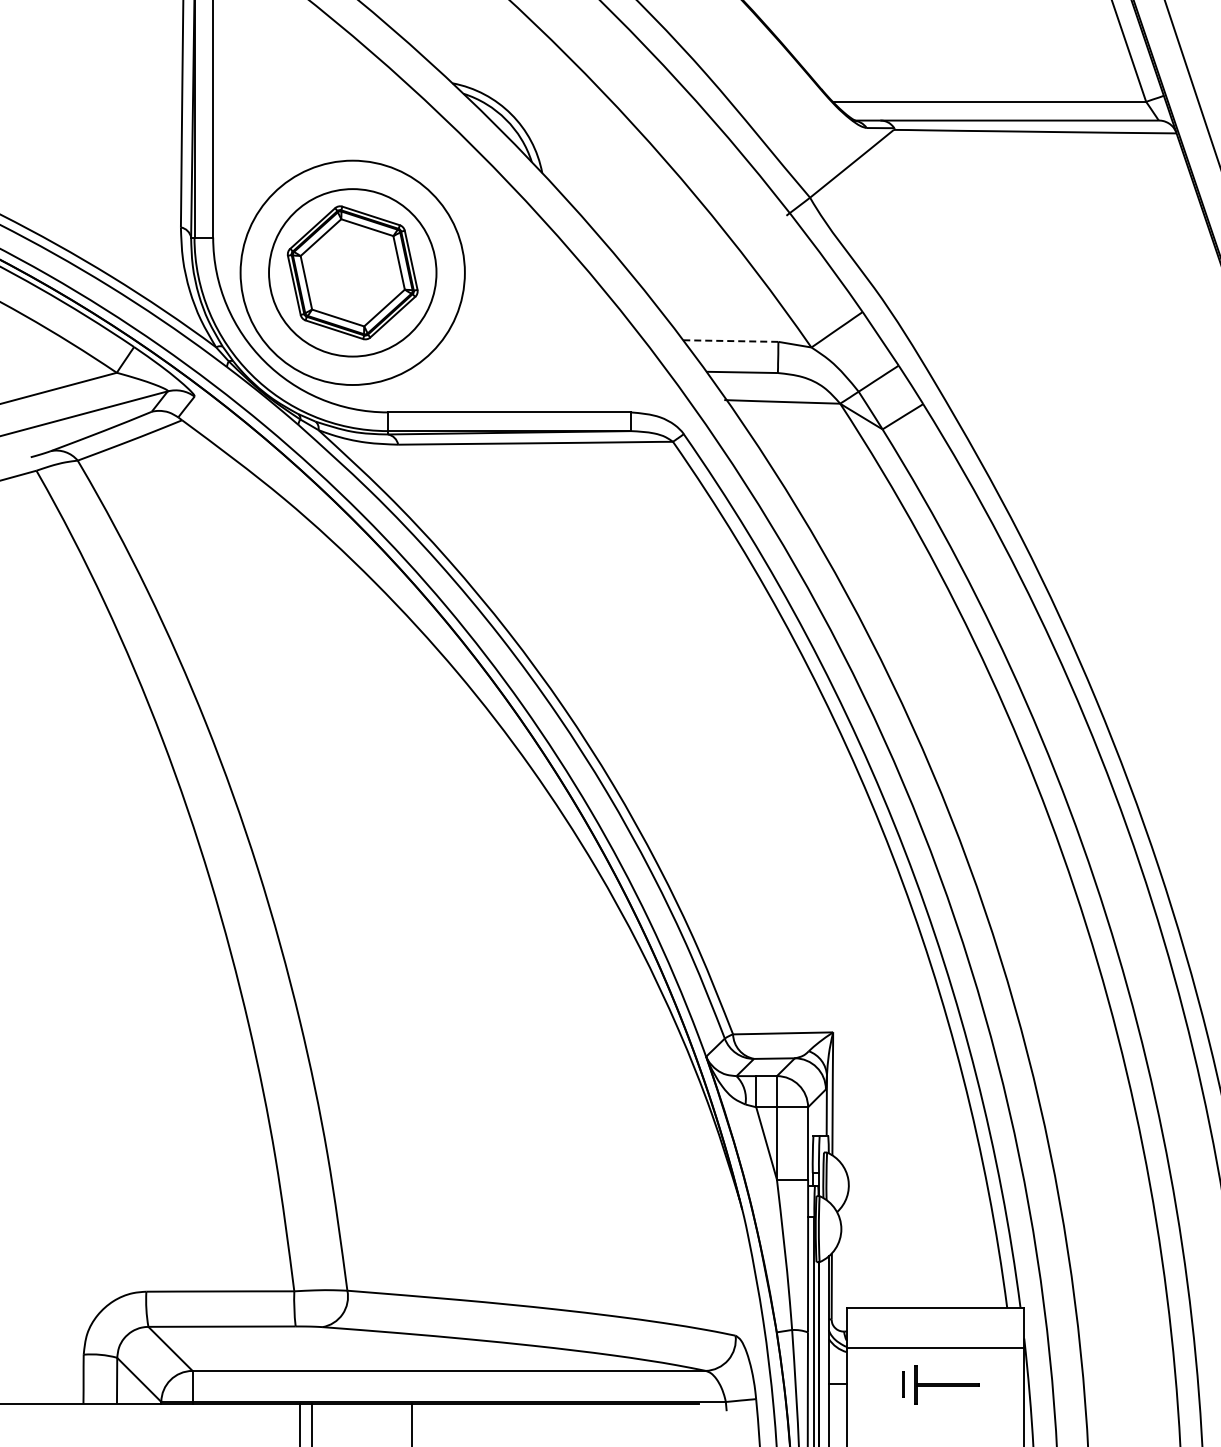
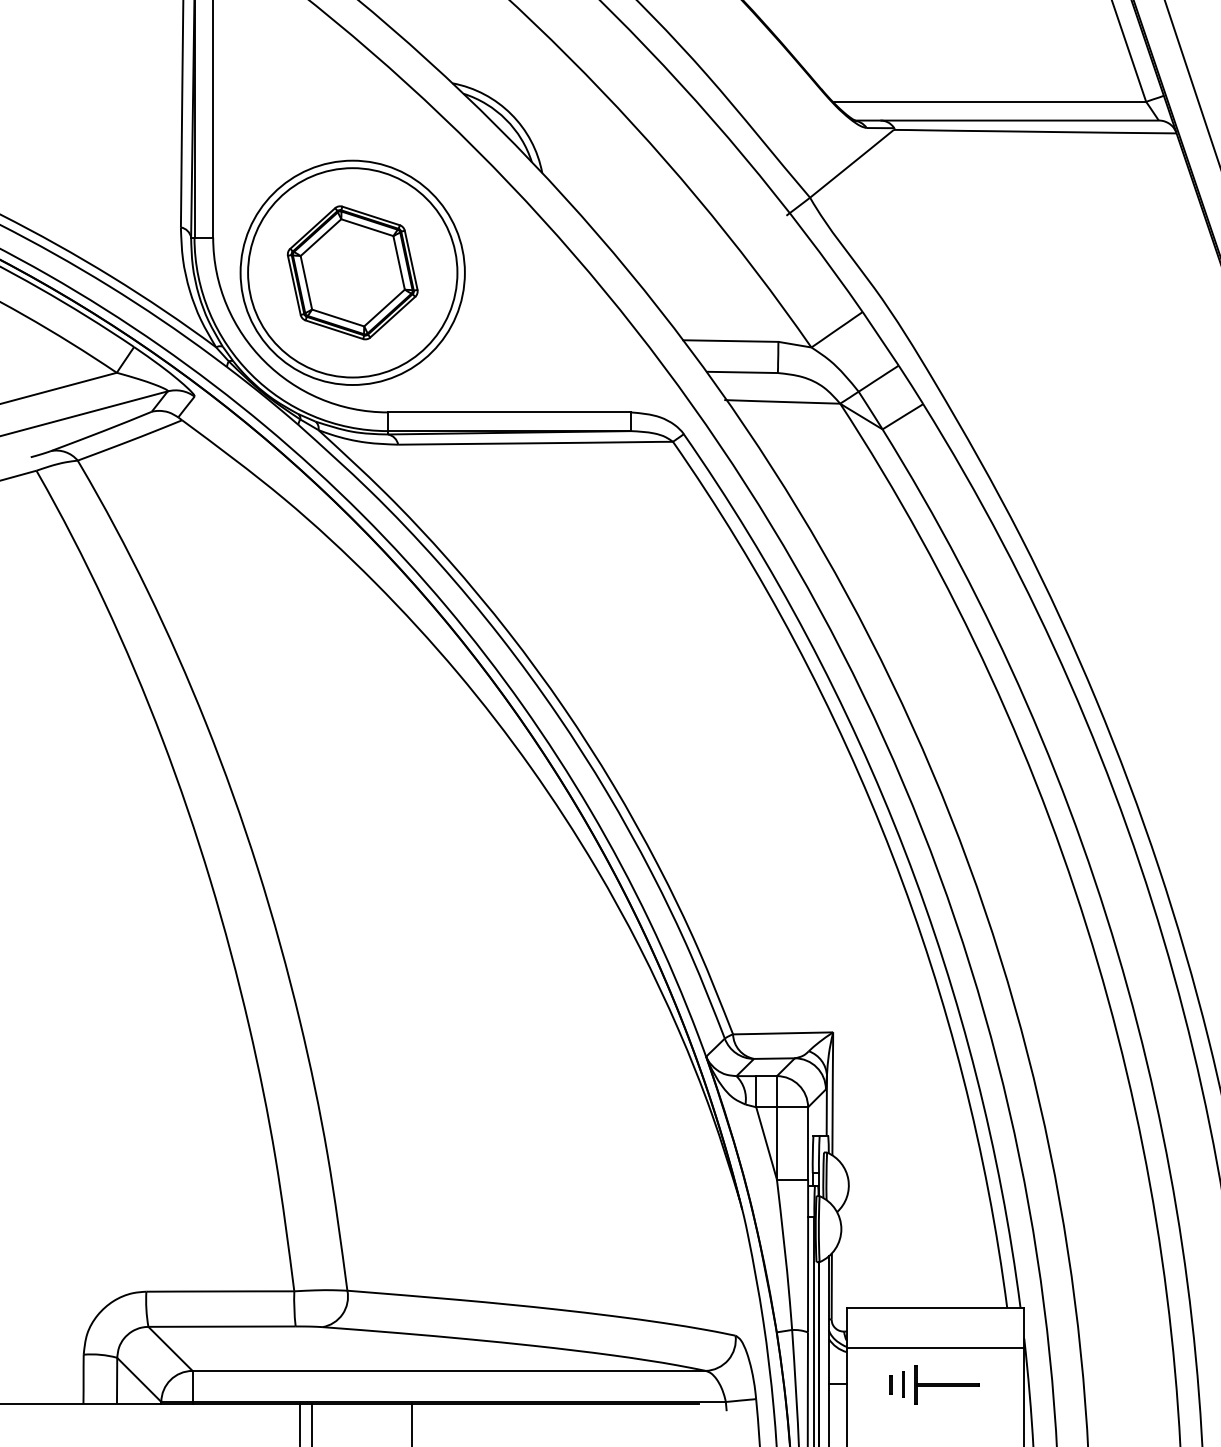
circle at (352, 272) diameter: 167 px -> 209 px
line at (730, 341): dashed -> solid
line at (890, 1384): none -> present
